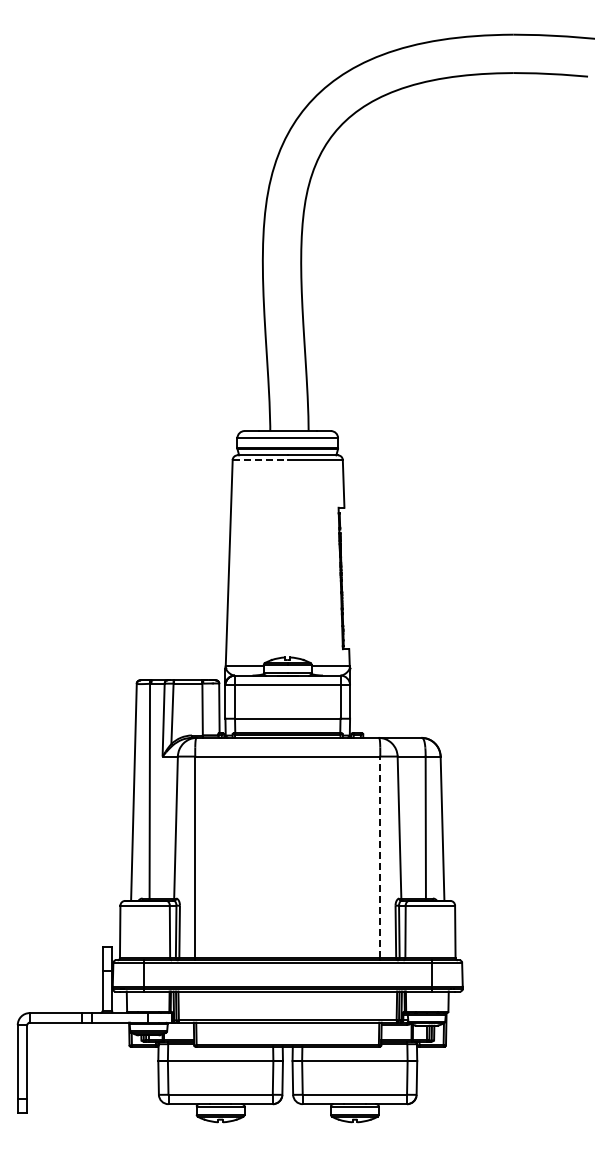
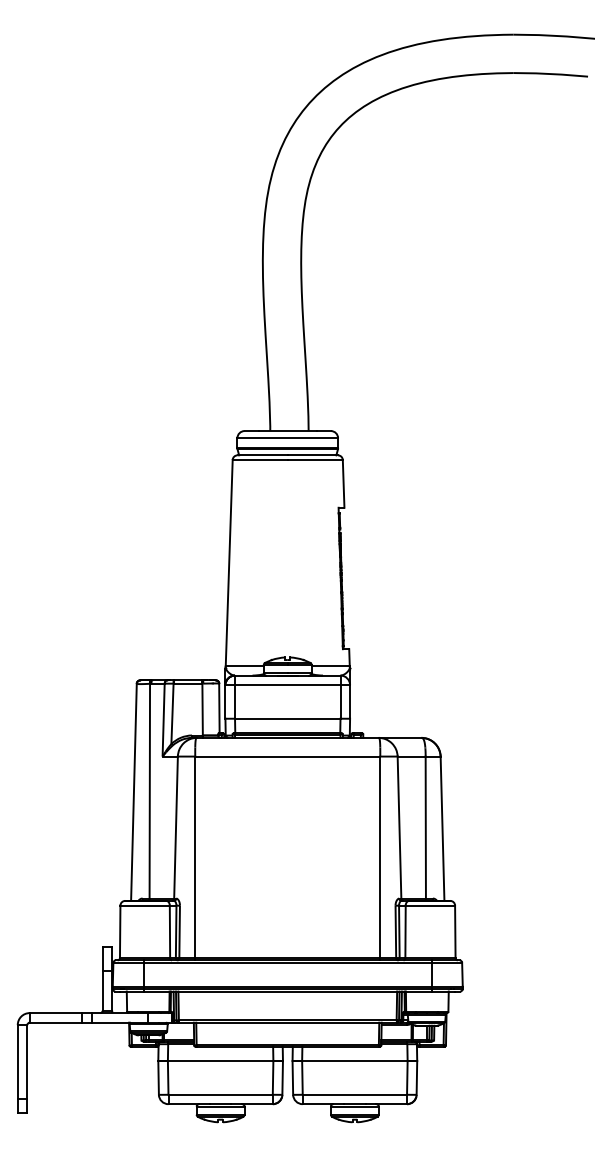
line at (260, 460): dashed -> solid
line at (380, 857): dashed -> solid
